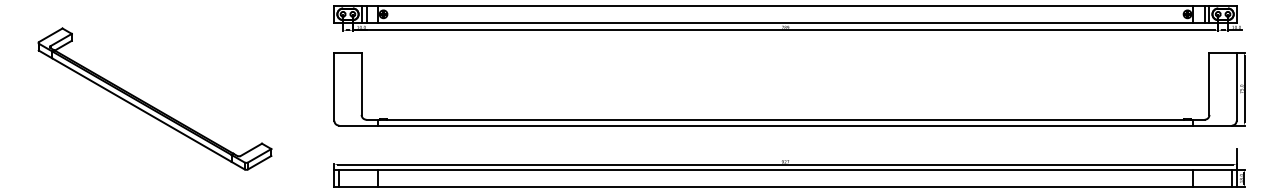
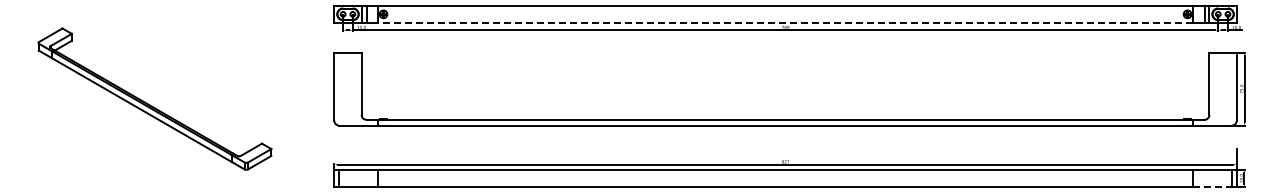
line at (784, 23): solid -> dashed
line at (1213, 187): solid -> dashed
